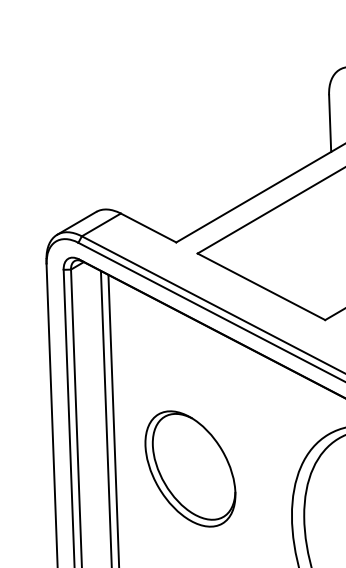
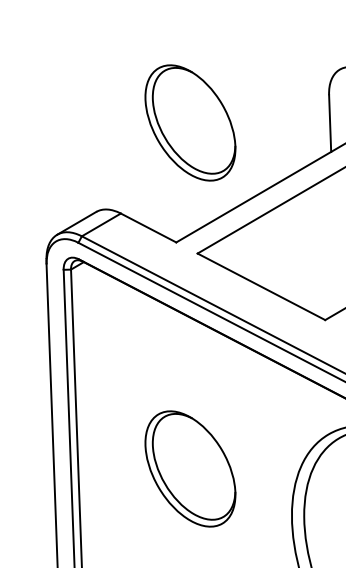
part at (190, 122): none -> present
line at (105, 417): present -> none
line at (113, 419): present -> none
